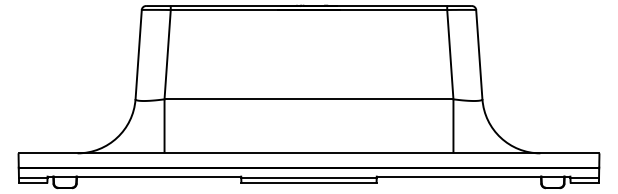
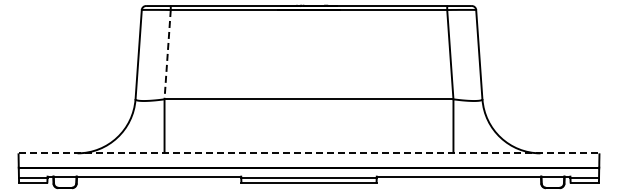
line at (167, 54): solid -> dashed
line at (309, 153): solid -> dashed
